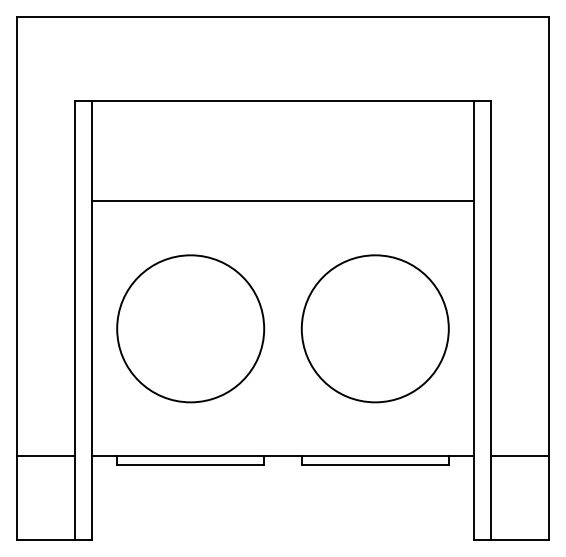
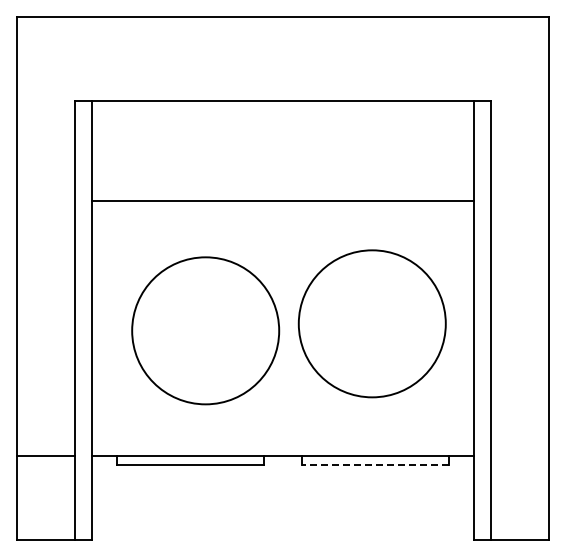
circle at (190, 328) position: (190, 328) -> (205, 330)
circle at (374, 328) position: (374, 328) -> (371, 323)
line at (520, 456): present -> none
line at (374, 464): solid -> dashed
